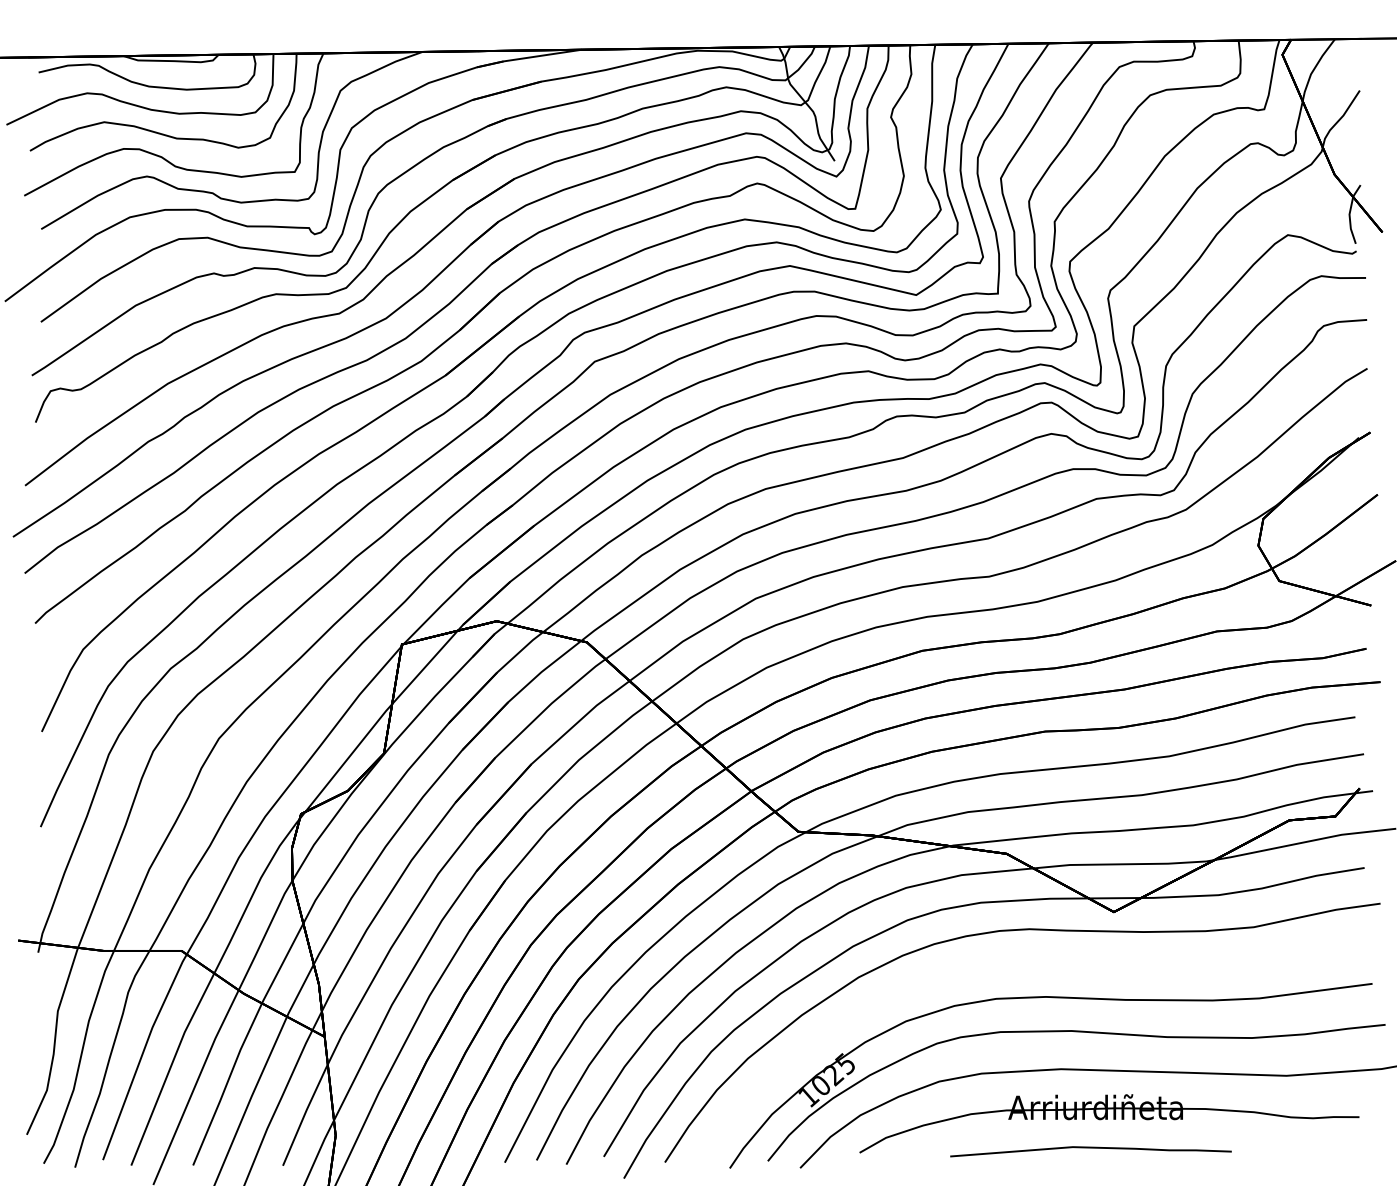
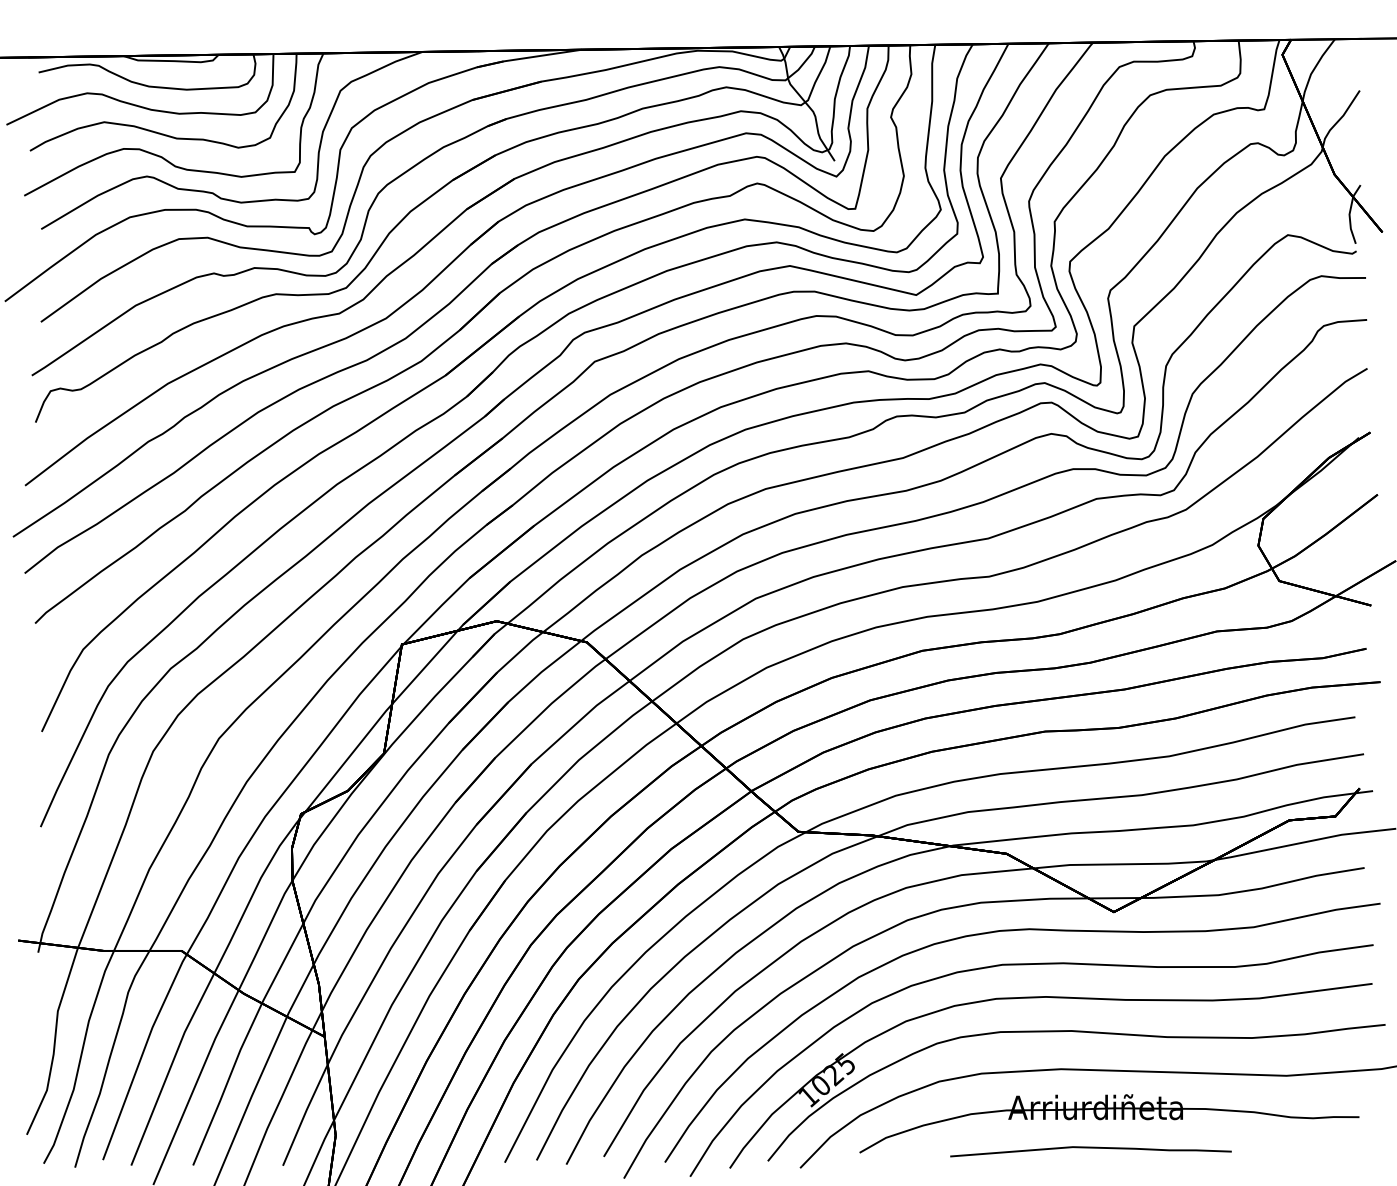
curve at (1027, 965): none -> present
